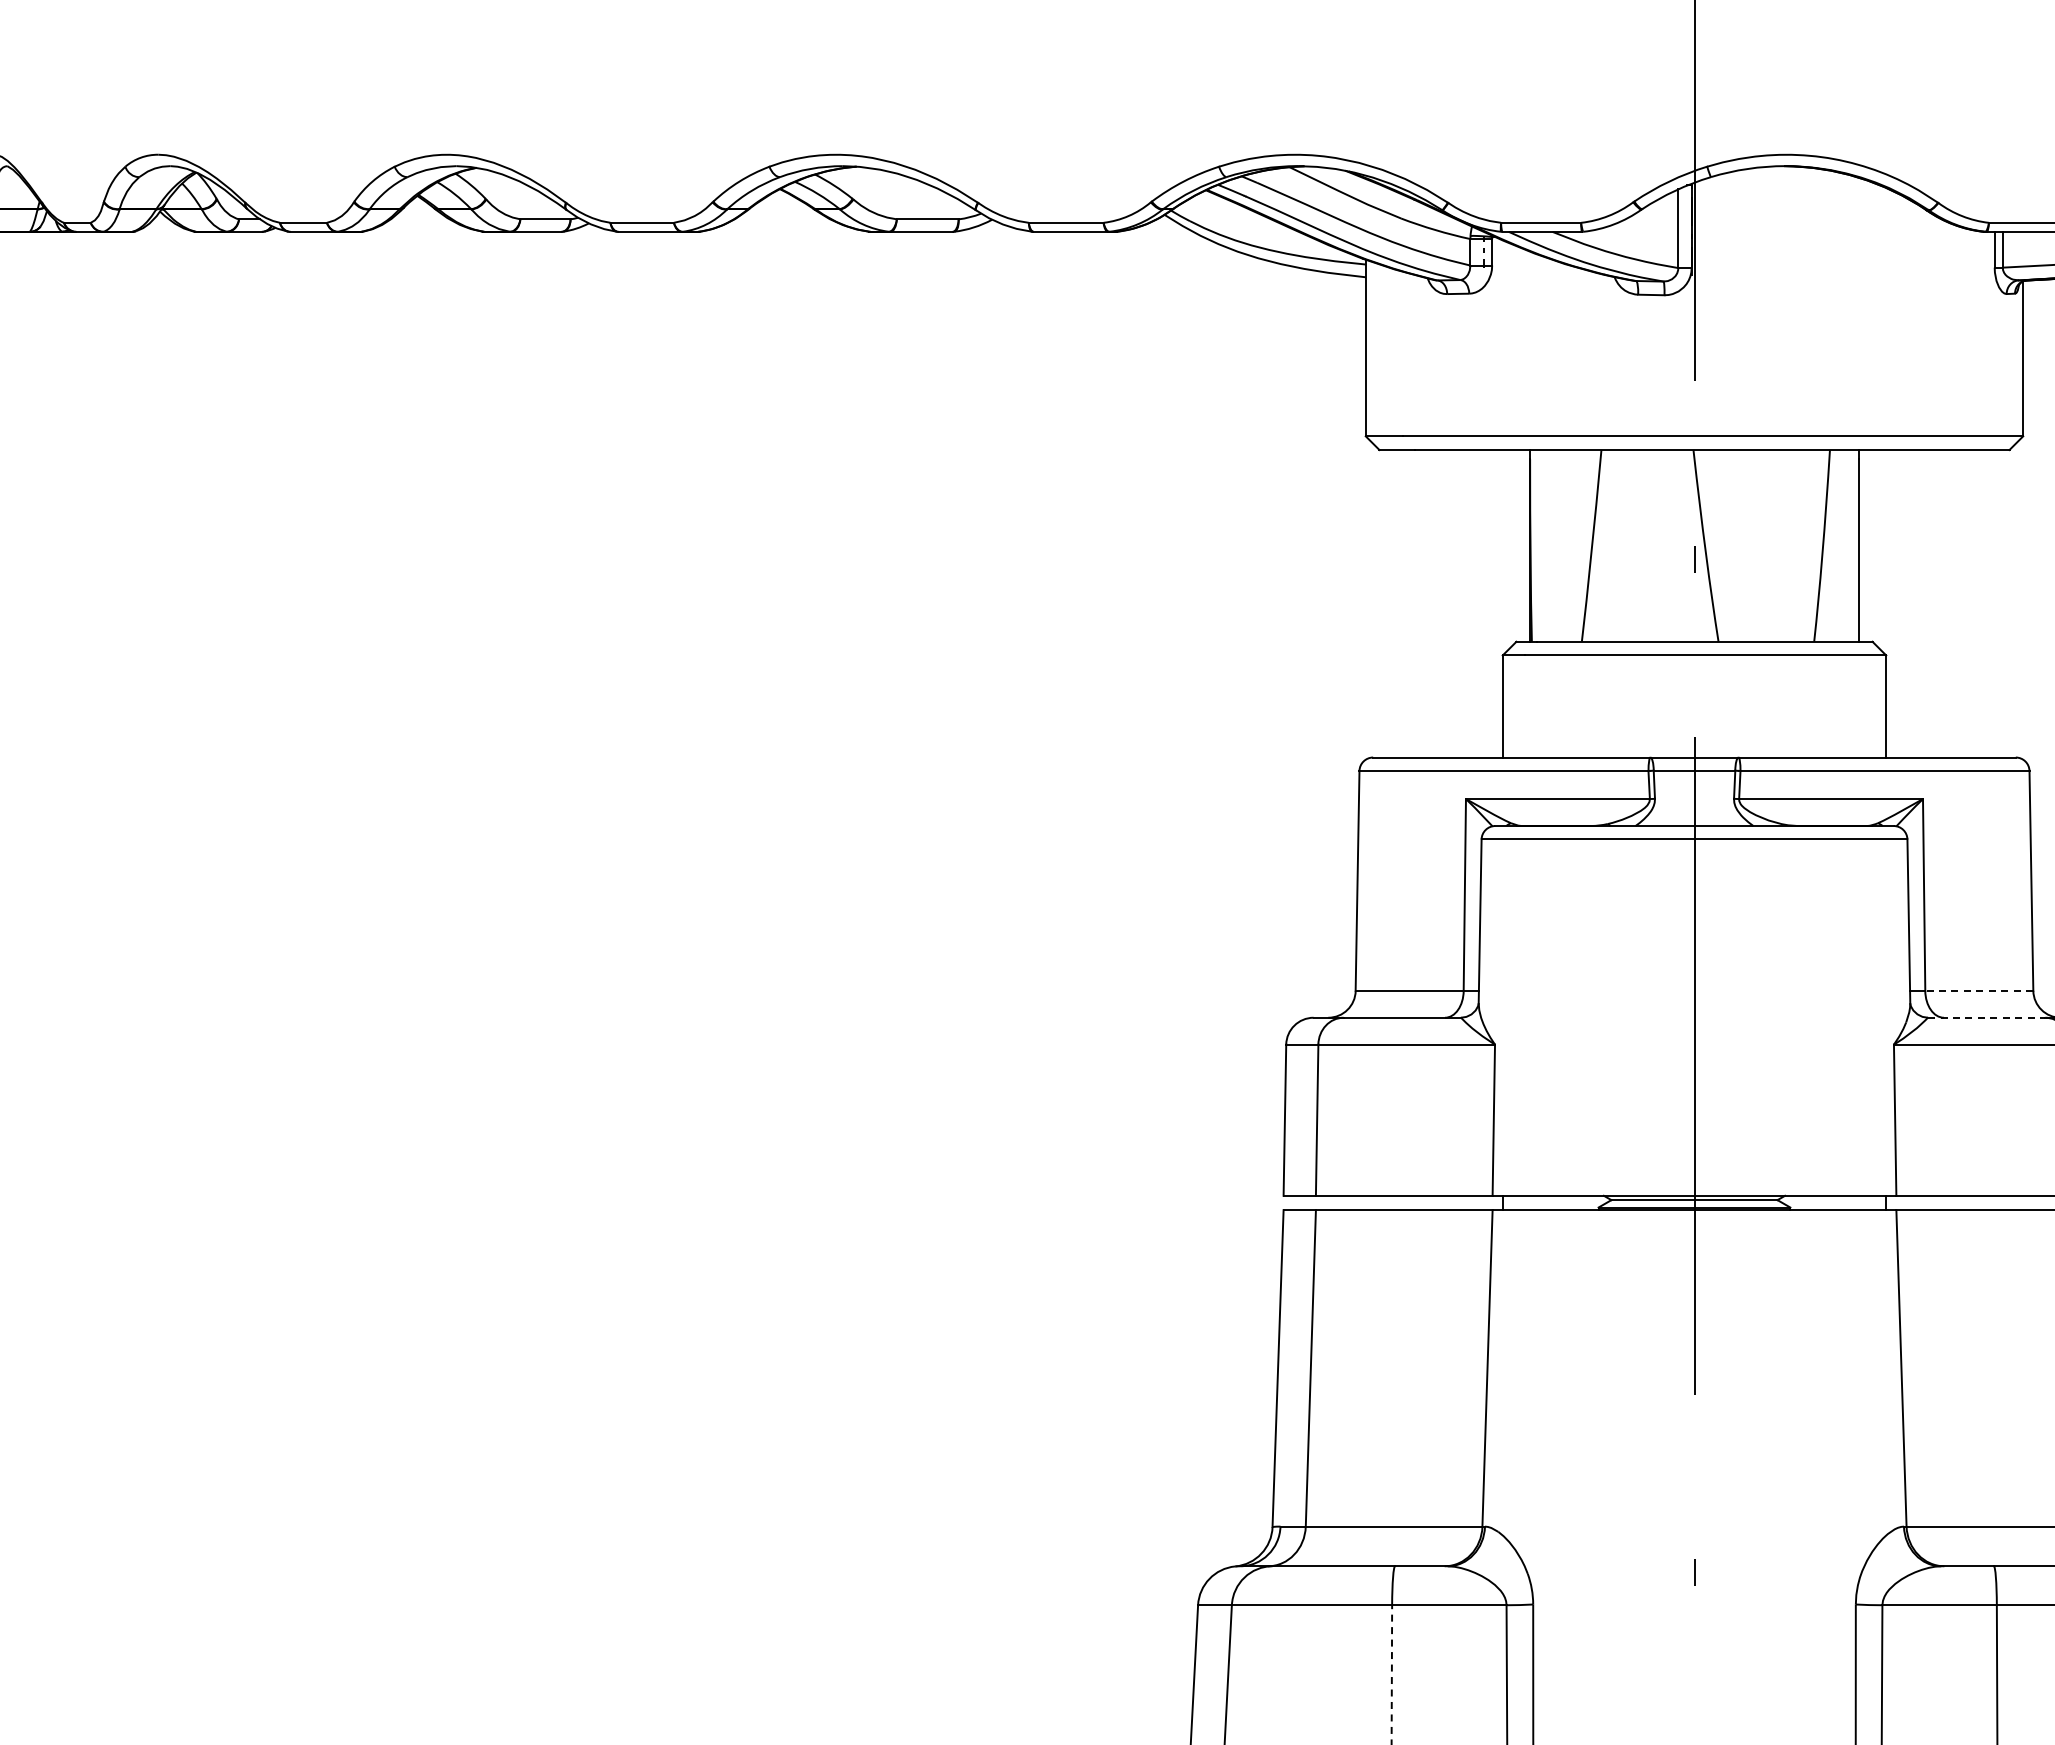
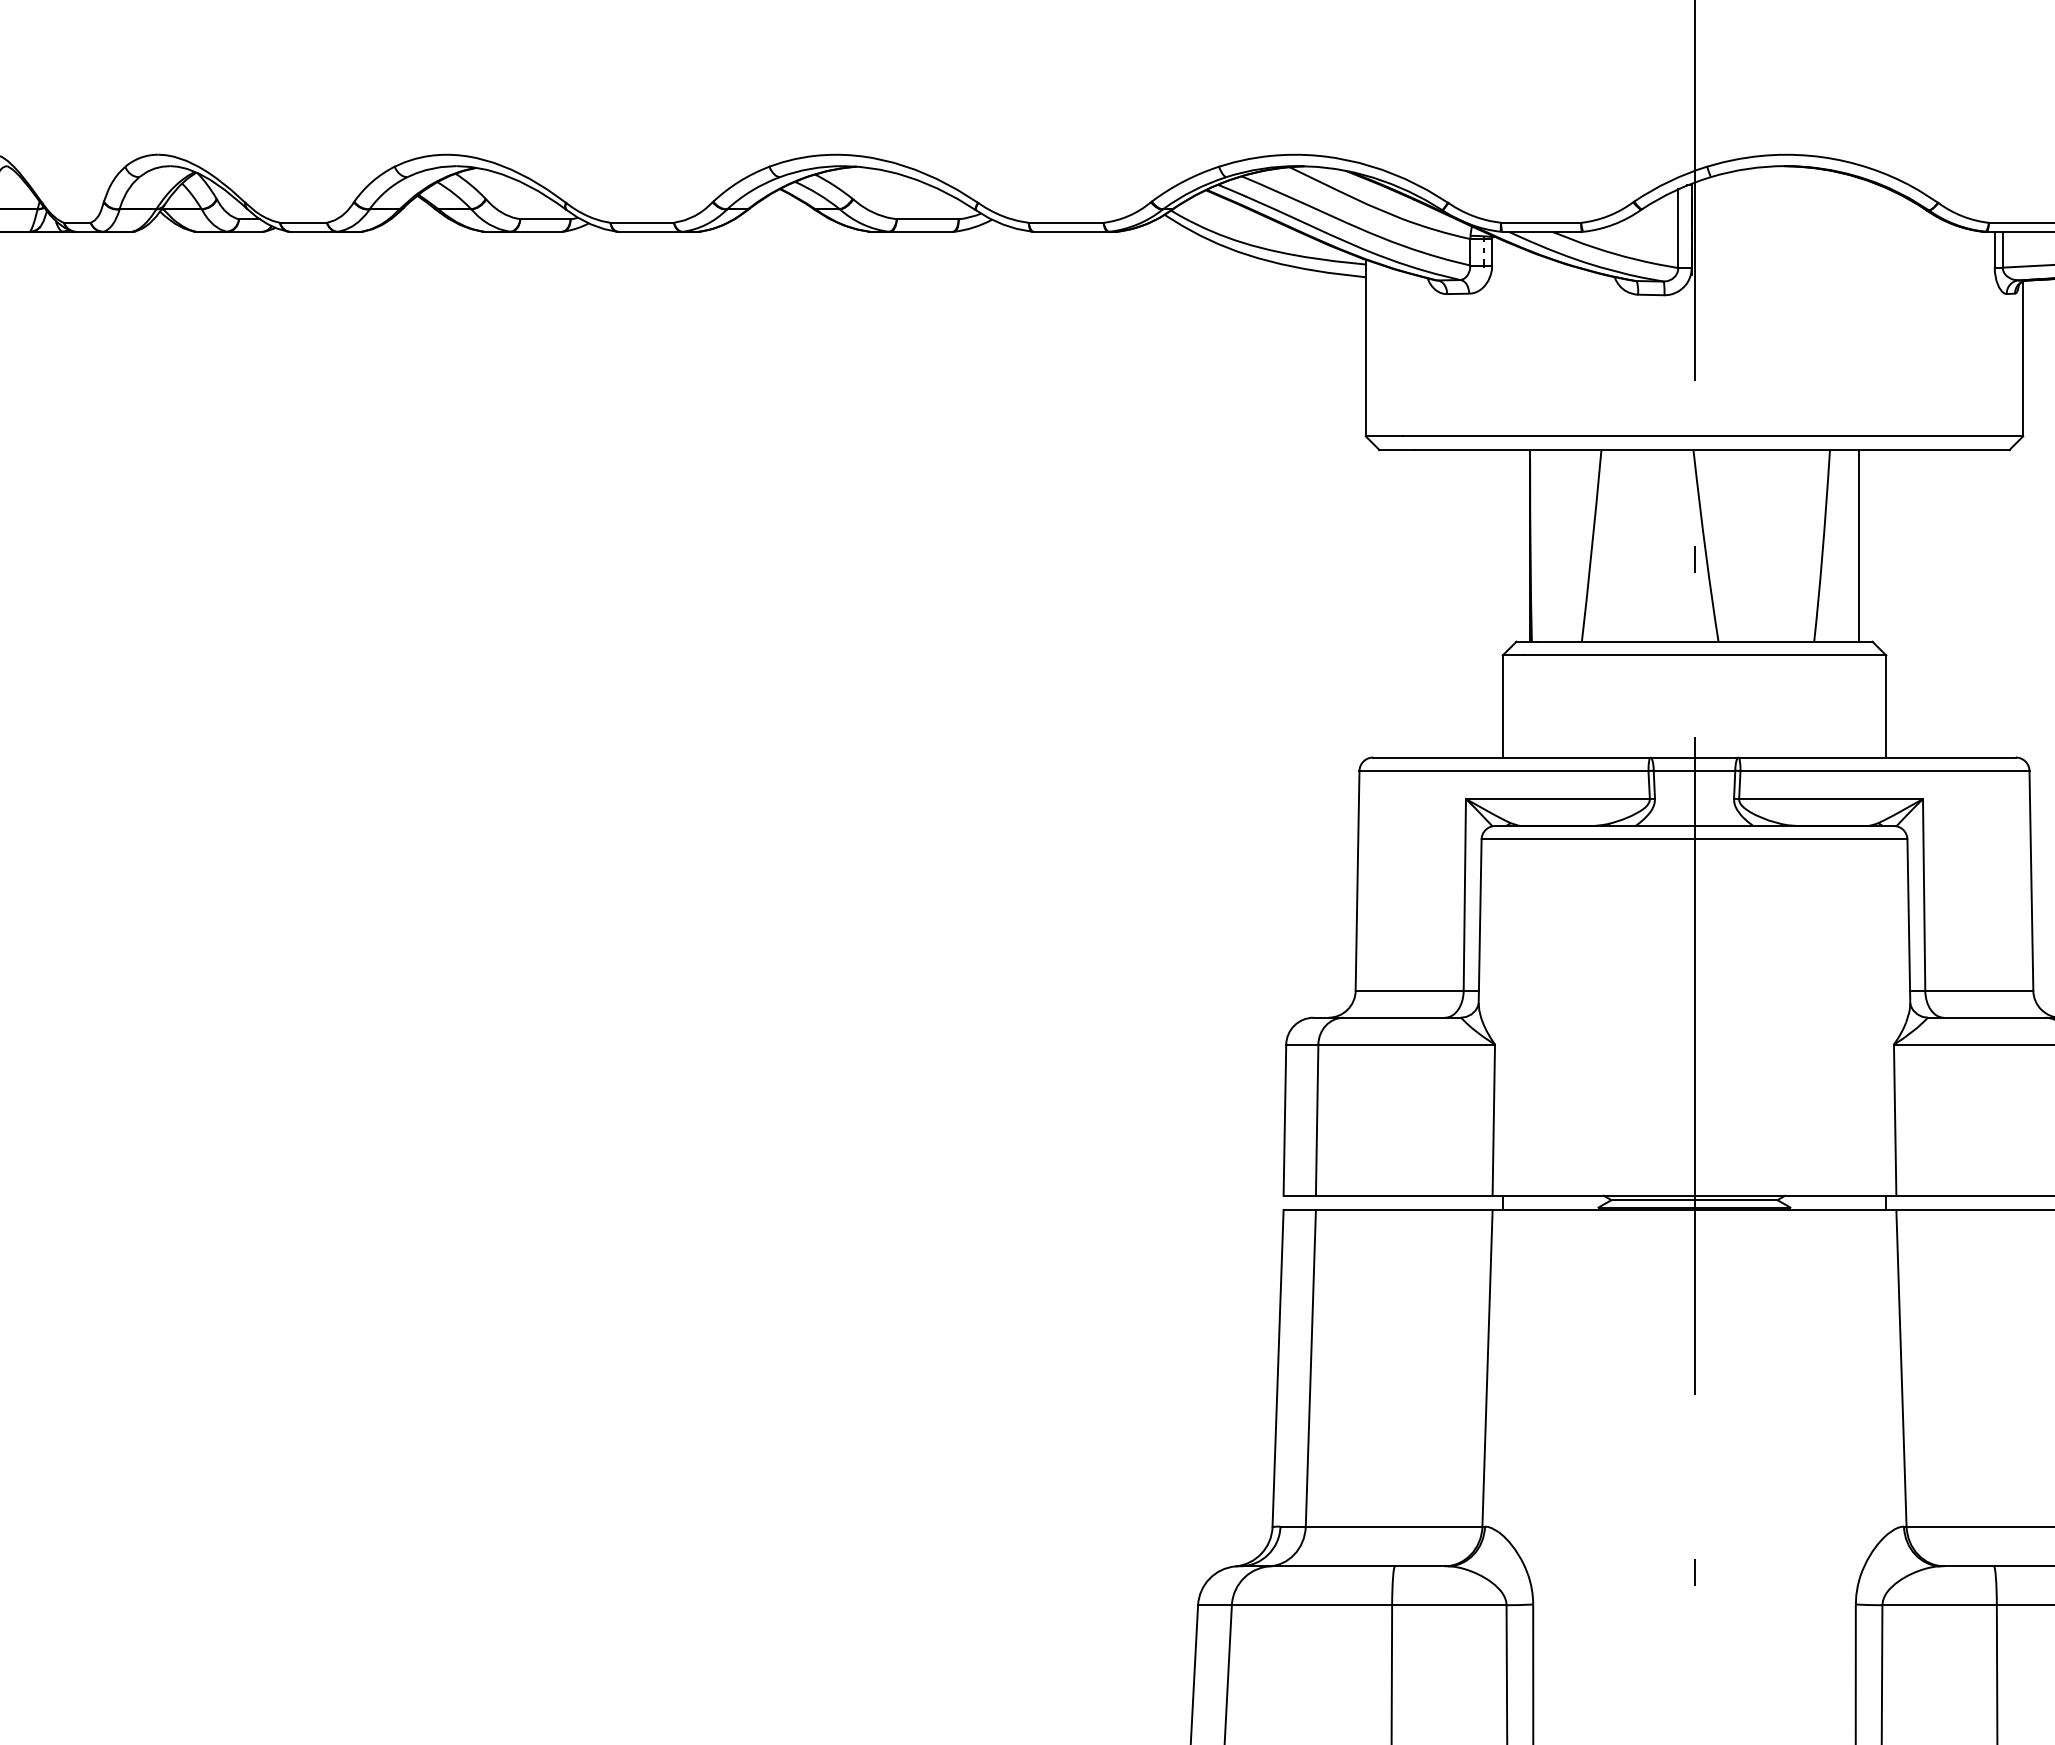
line at (1978, 990): dashed -> solid
line at (1986, 1017): dashed -> solid
line at (1391, 1674): dashed -> solid
